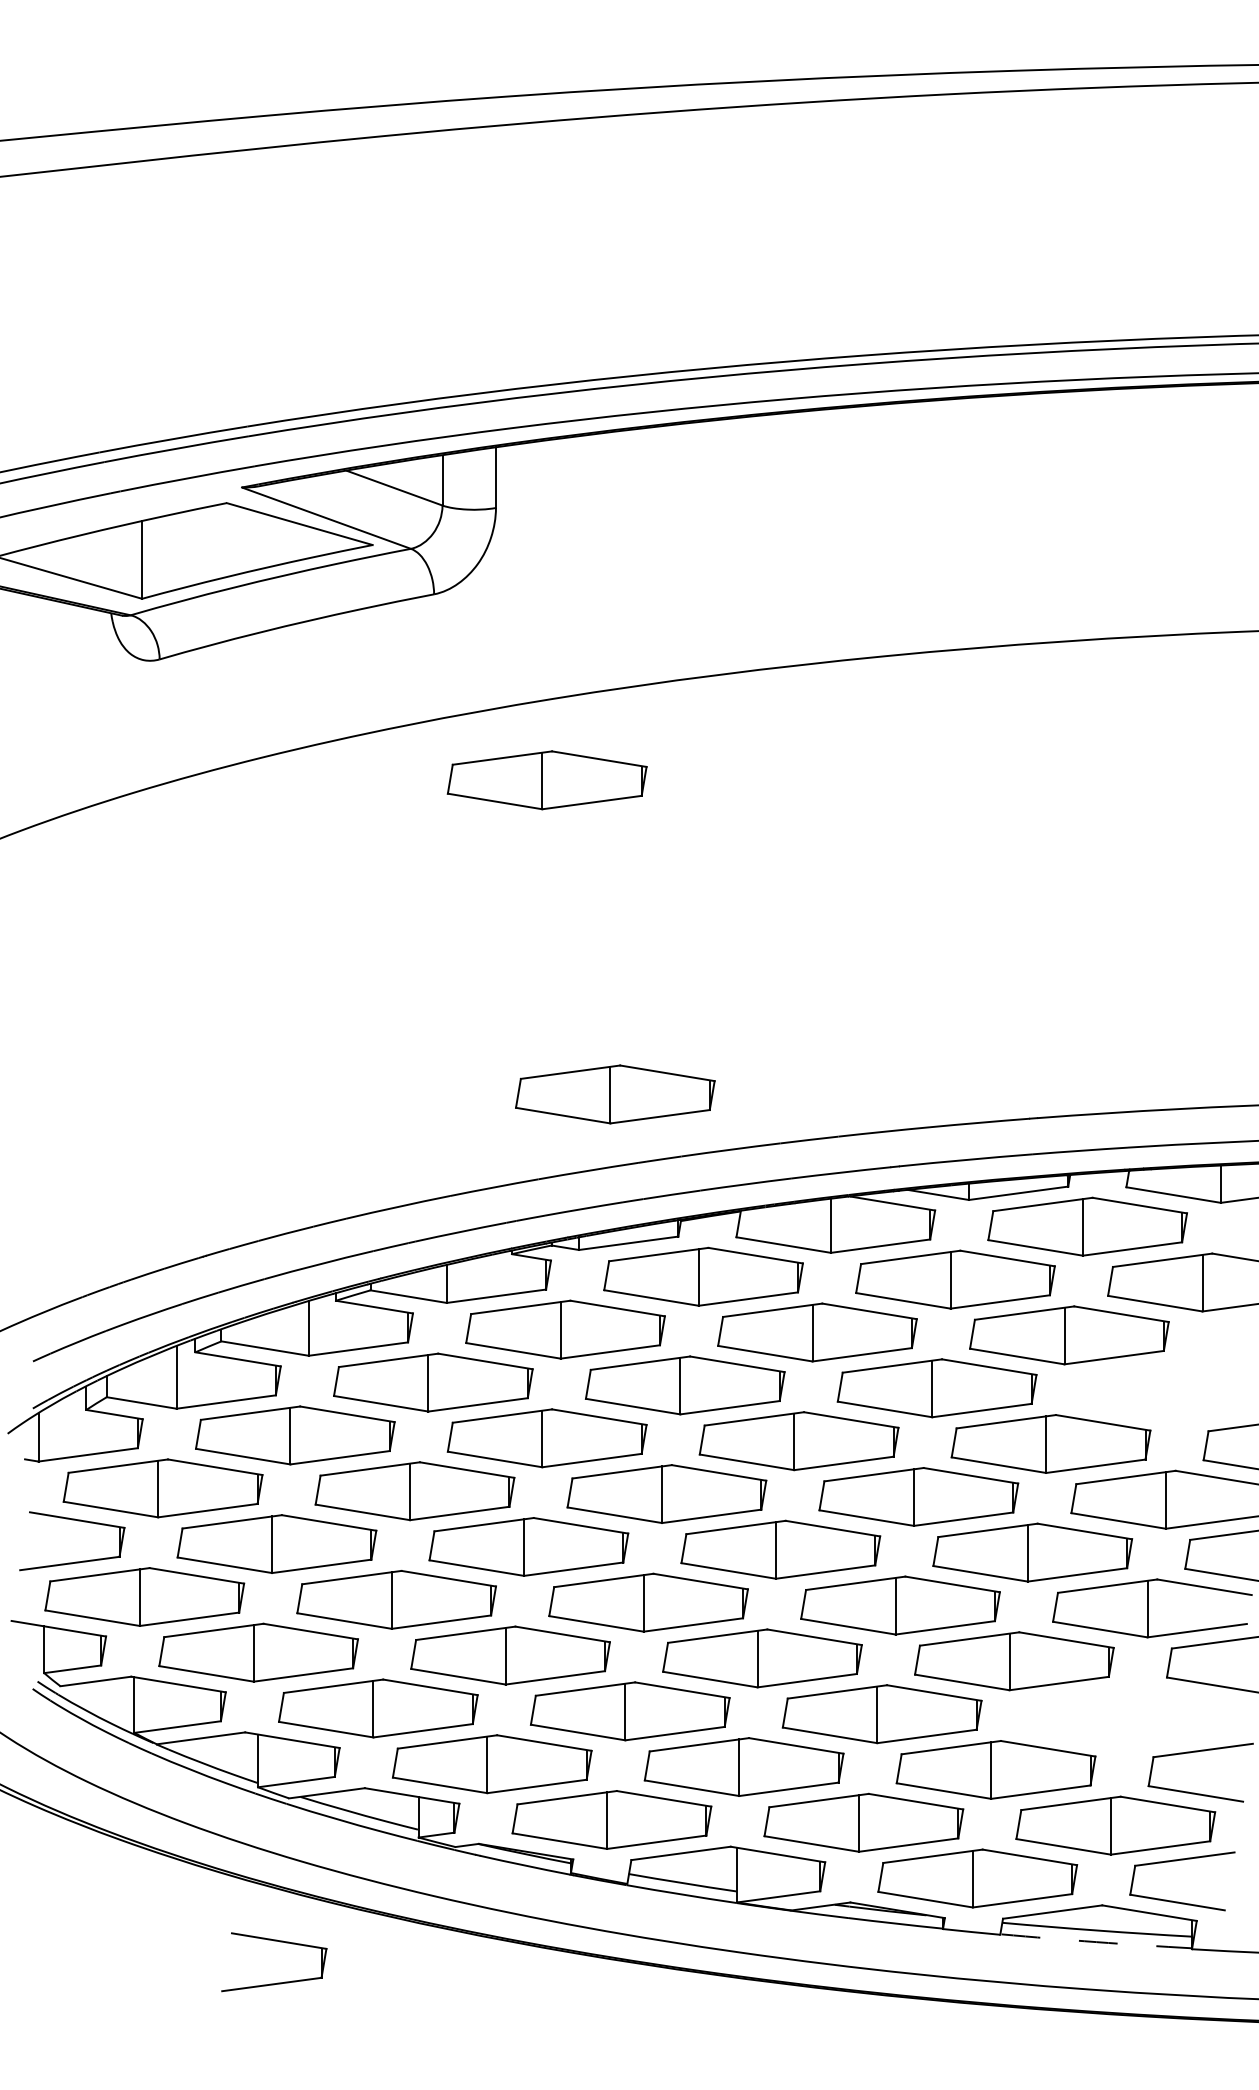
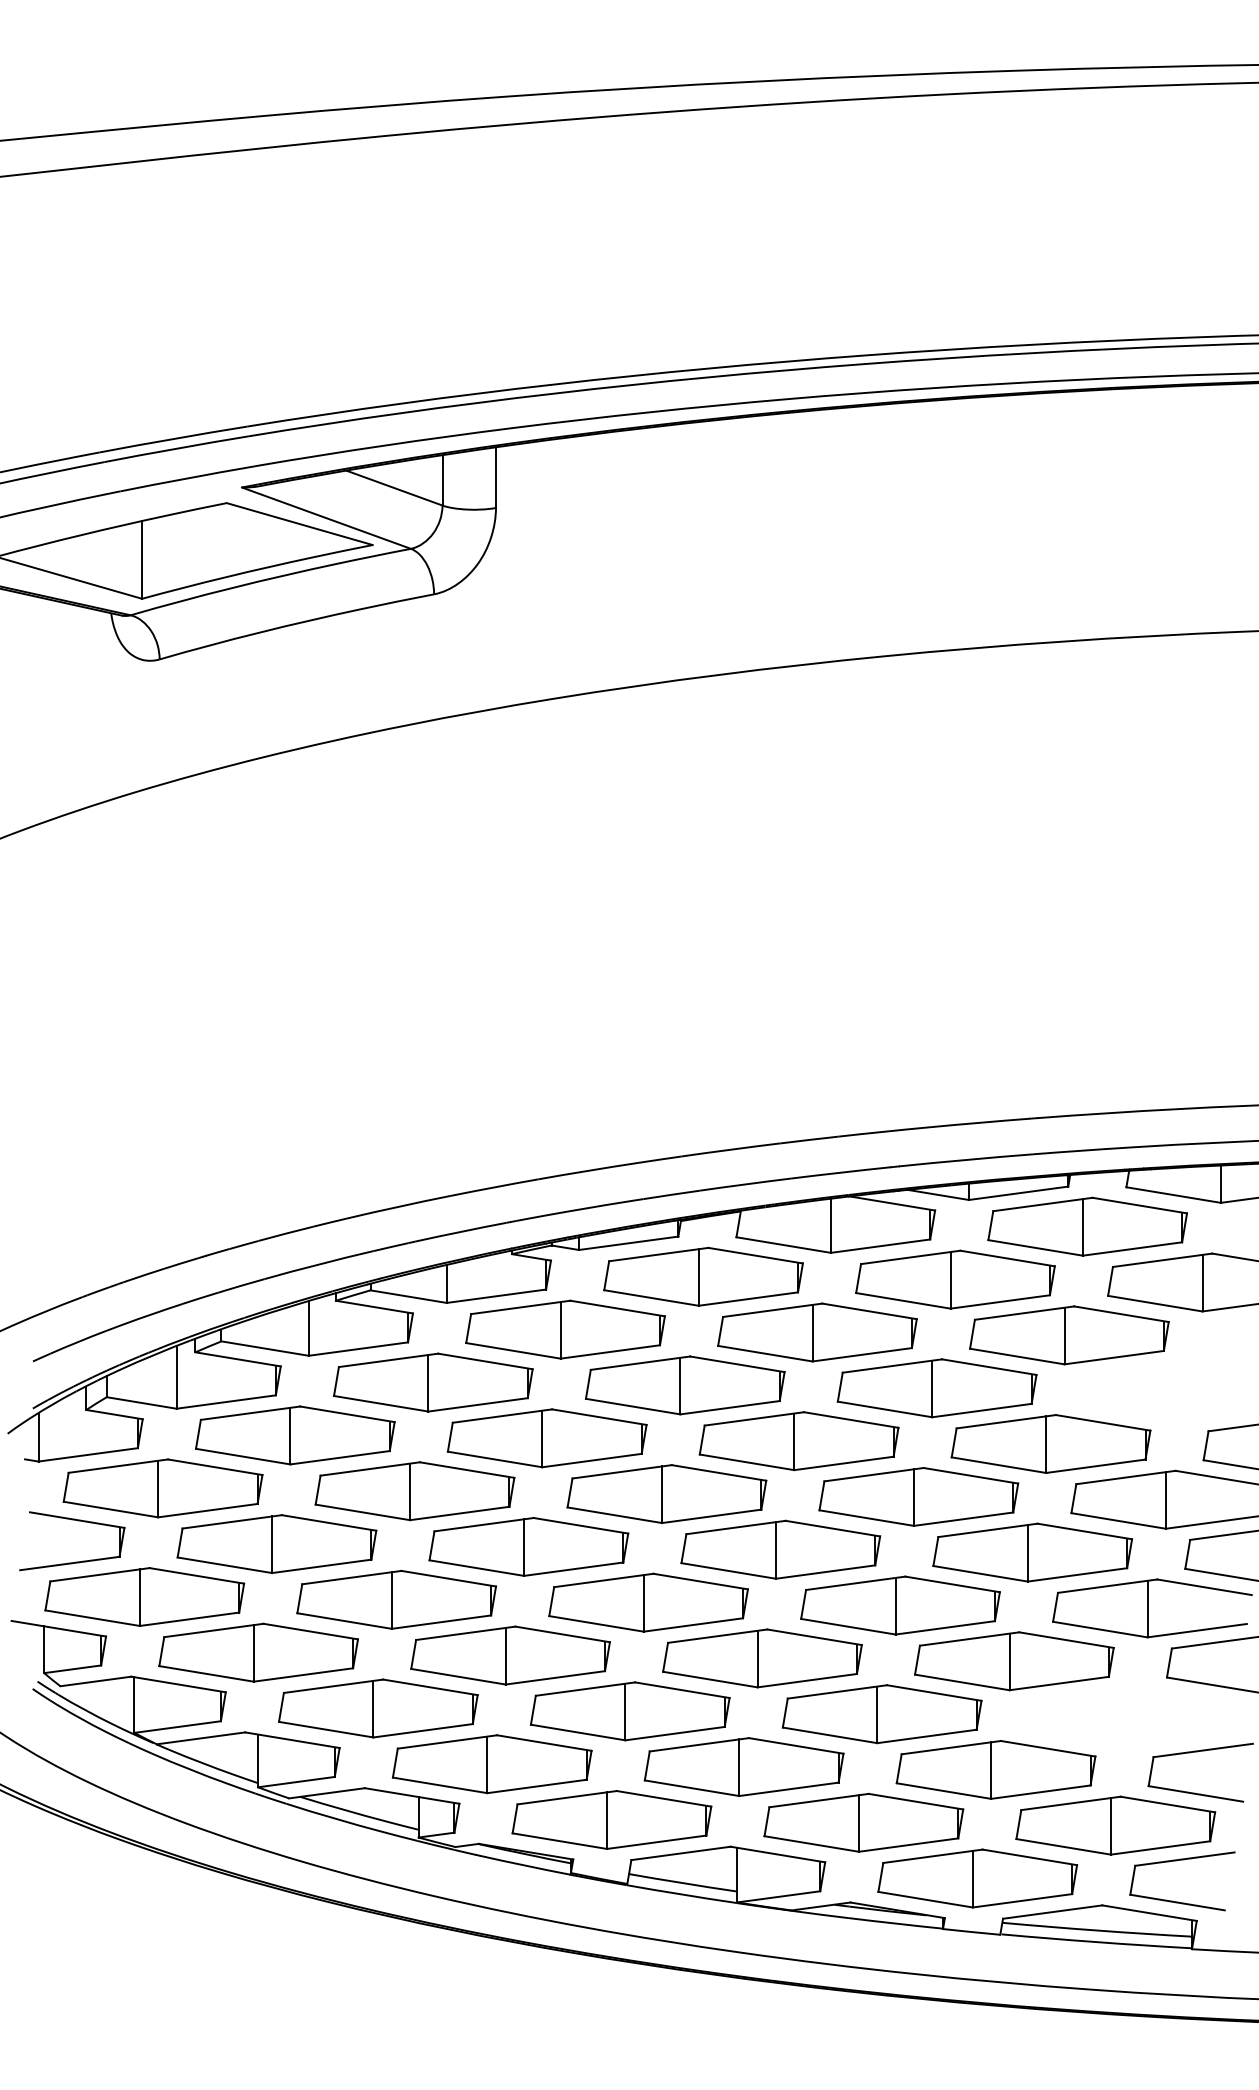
part at (546, 780): present -> none
part at (615, 1094): present -> none
arc at (1096, 1942): dashed -> solid
part at (277, 1982): present -> none
